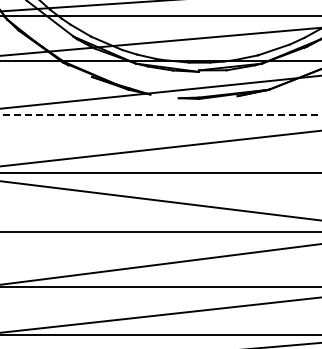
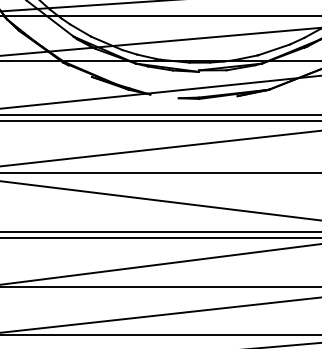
line at (160, 115): dashed -> solid
line at (160, 121): none -> present
line at (160, 237): none -> present
